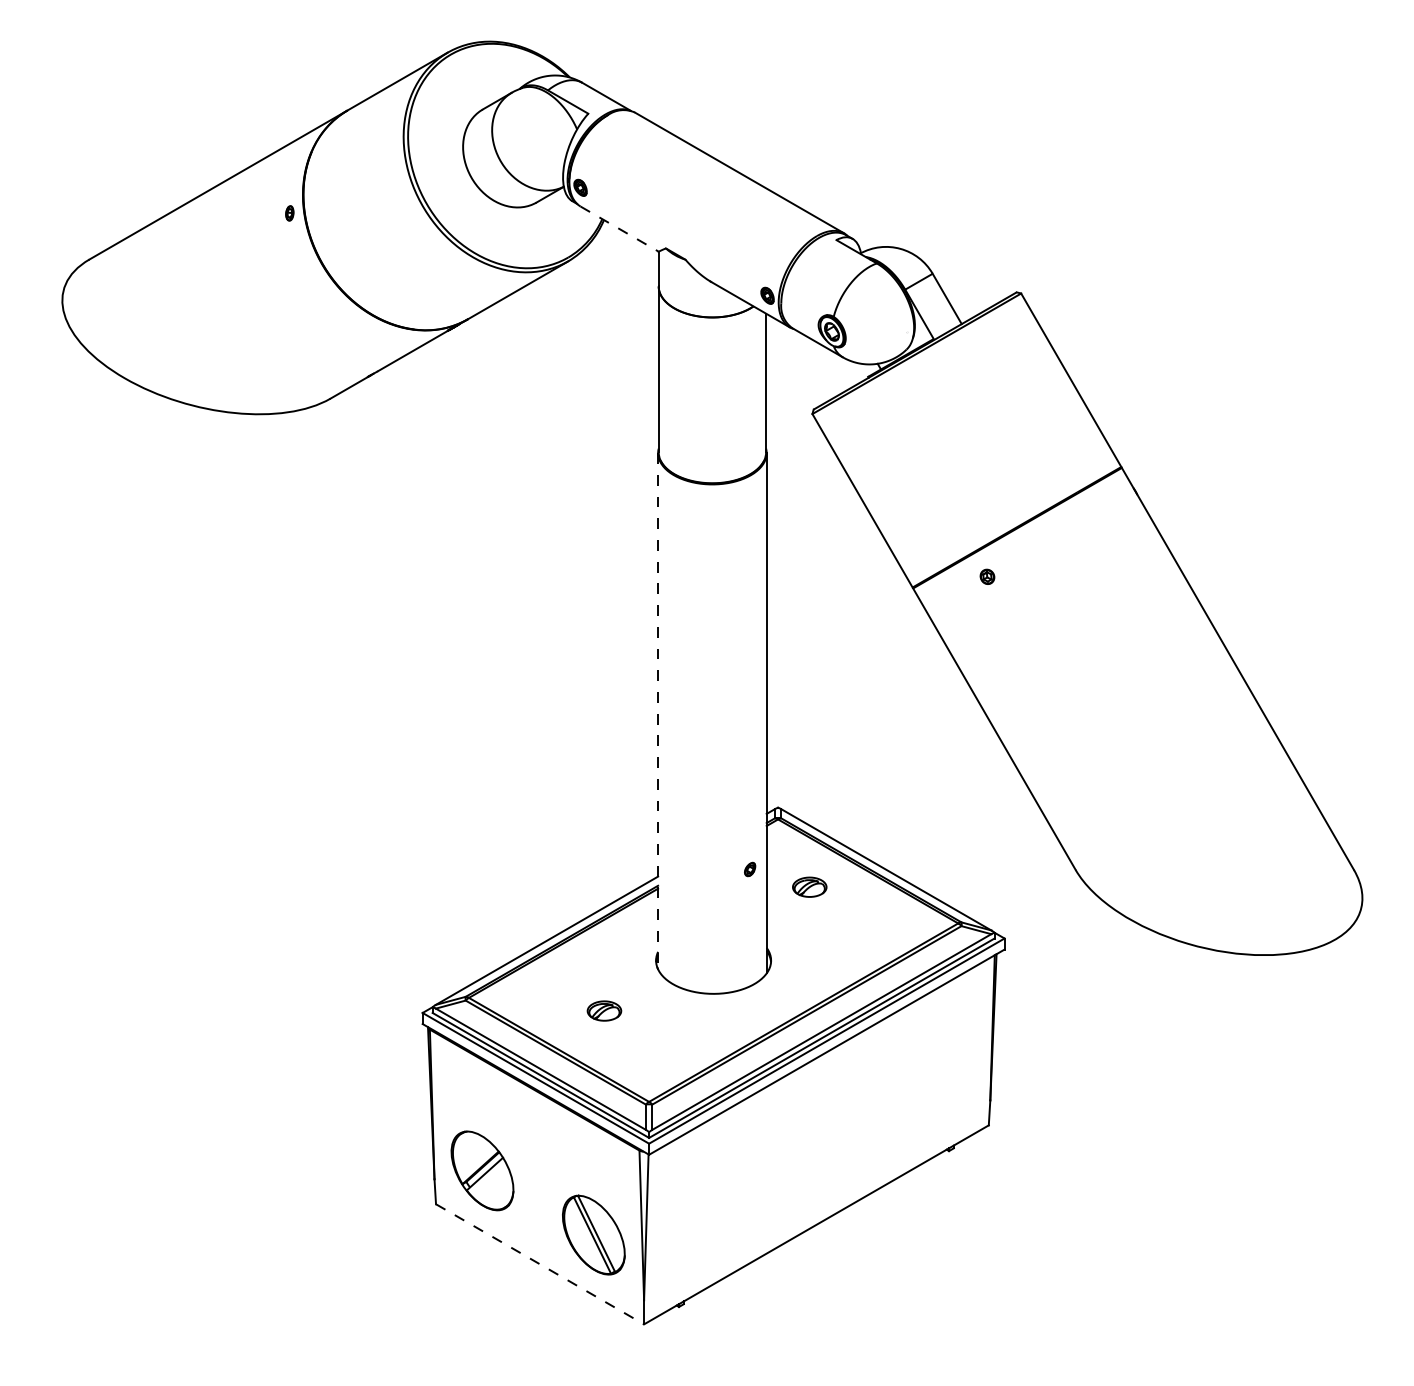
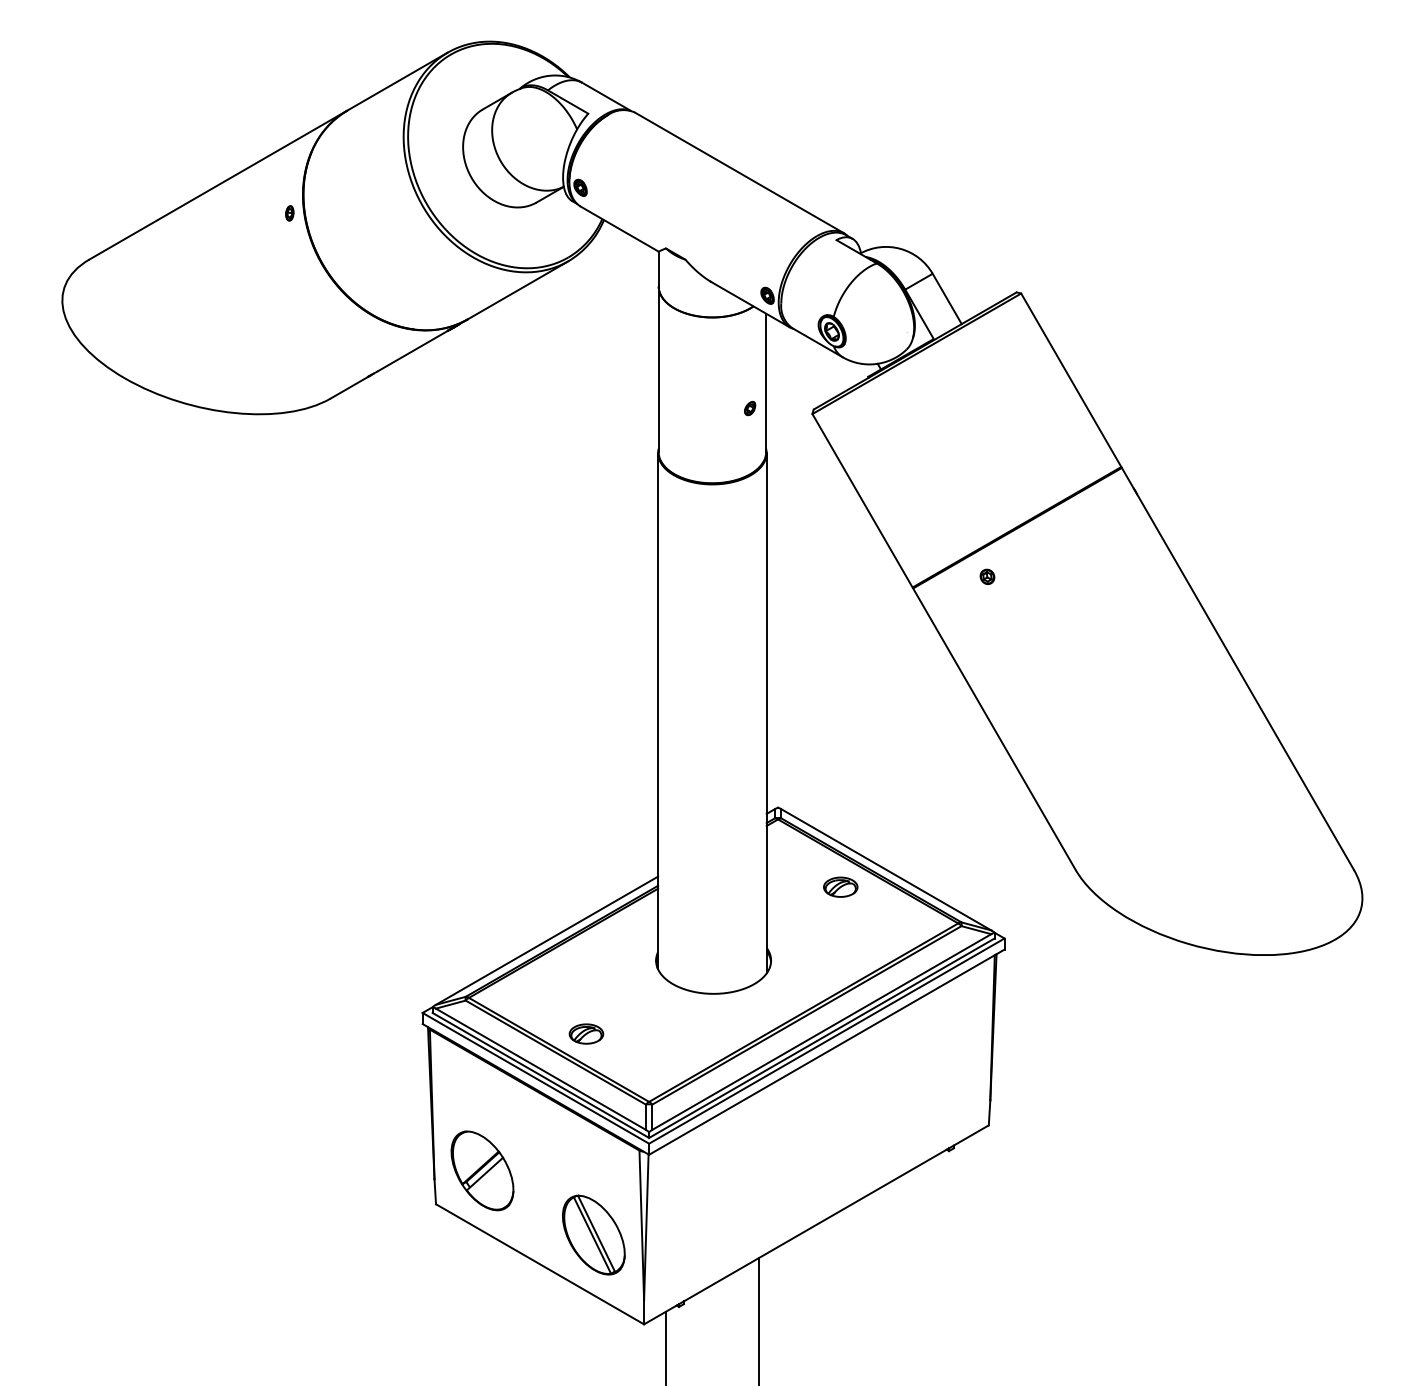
line at (620, 229): dashed -> solid
line at (658, 711): dashed -> solid
part at (750, 869) position: (750, 869) -> (750, 408)
part at (809, 886) position: (809, 886) -> (840, 886)
part at (604, 1010) position: (604, 1010) -> (586, 1033)
line at (540, 1264): dashed -> solid
line at (758, 1320): none -> present
line at (666, 1346): none -> present
